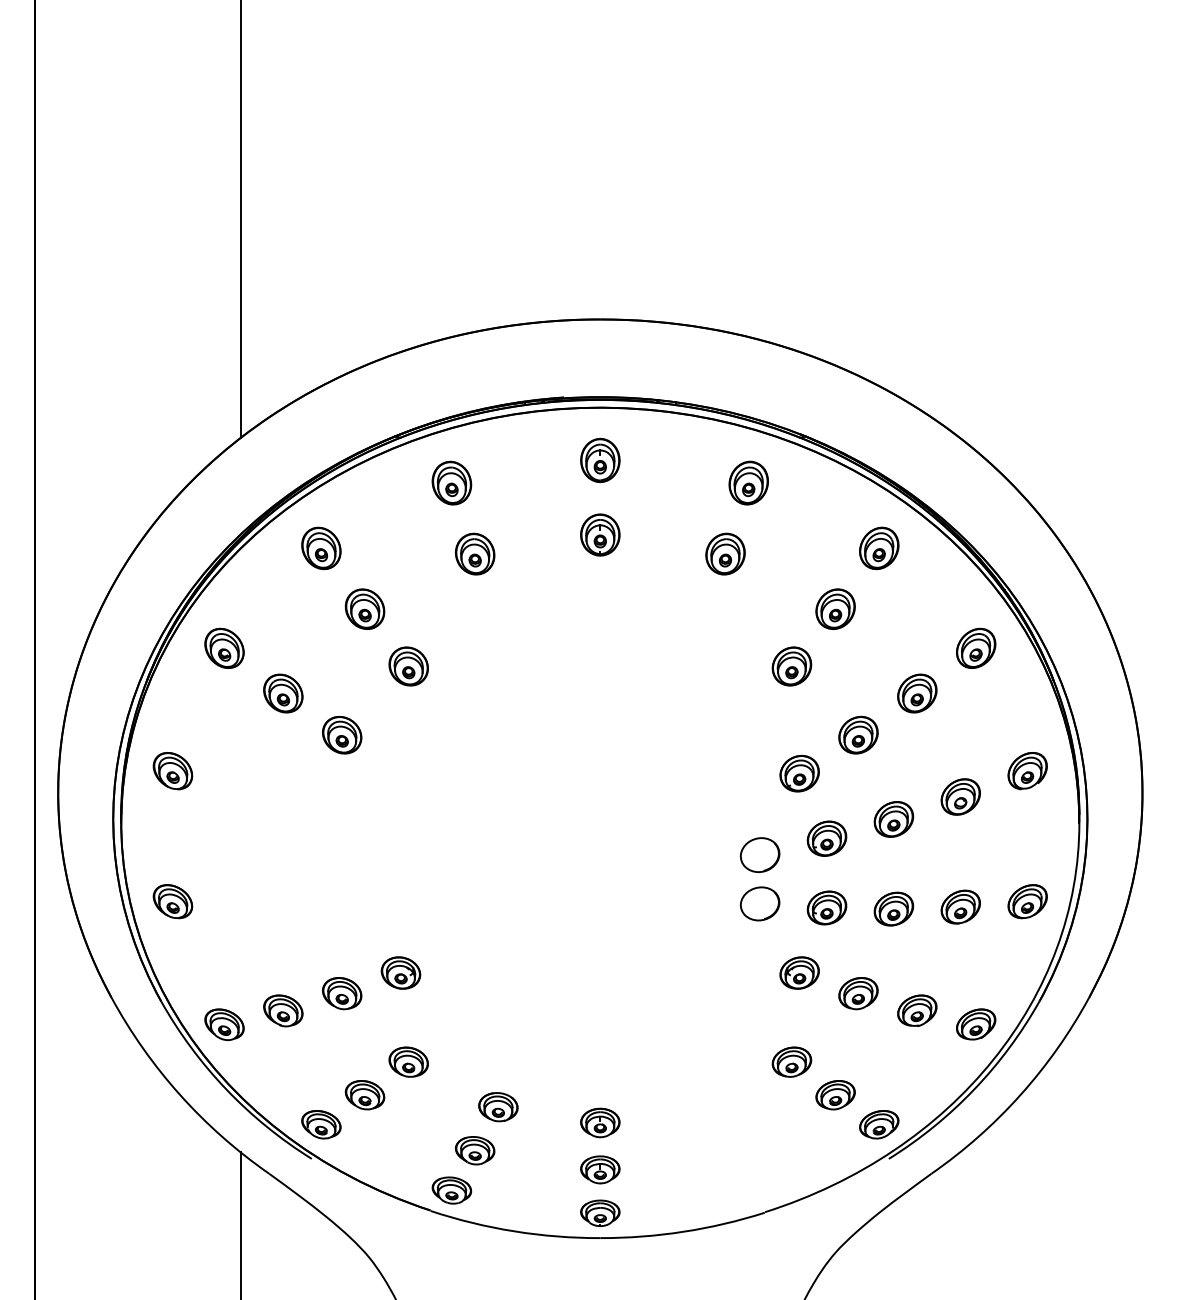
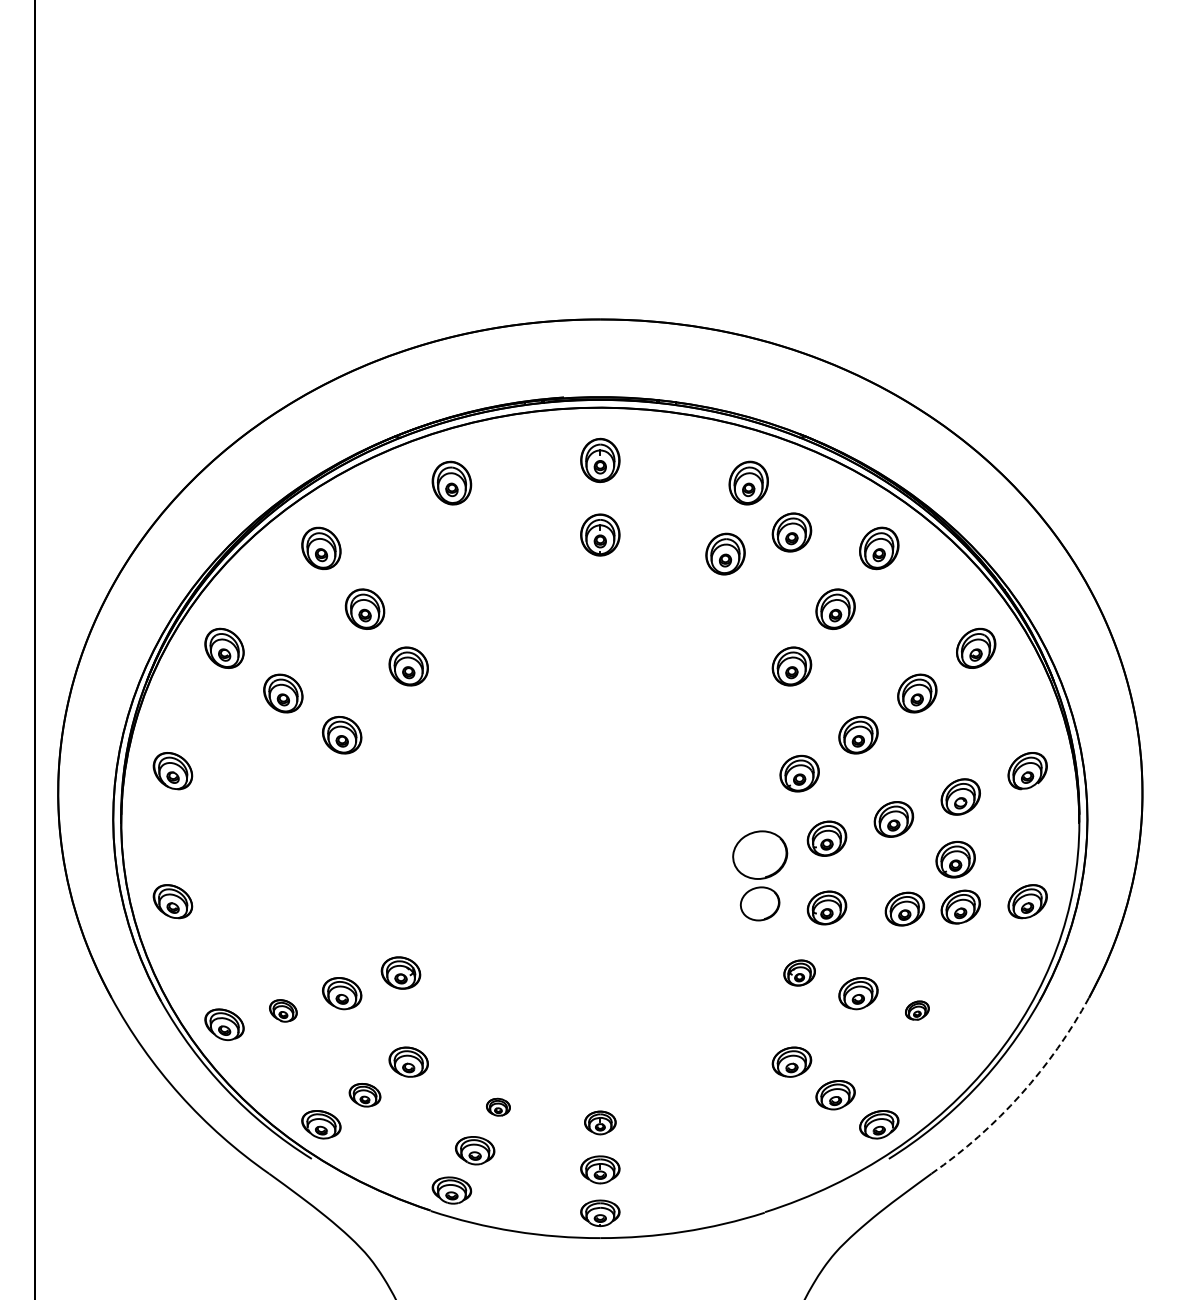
line at (241, 219): present -> none
part at (791, 532): none -> present
part at (475, 553): present -> none
part at (759, 854) size: 42x36 px -> 57x50 px
part at (955, 859): none -> present
part at (893, 908) position: (893, 908) -> (904, 908)
part at (799, 972) size: 41x34 px -> 33x28 px
part at (283, 1010) size: 41x34 px -> 29x24 px
part at (917, 1010) size: 41x33 px -> 25x21 px
part at (976, 1024): present -> none
arc at (1020, 1094): solid -> dashed
part at (364, 1095) size: 42x31 px -> 34x25 px
part at (498, 1107) size: 41x31 px -> 25x20 px
part at (600, 1122) size: 41x32 px -> 33x26 px
line at (241, 1223): present -> none
